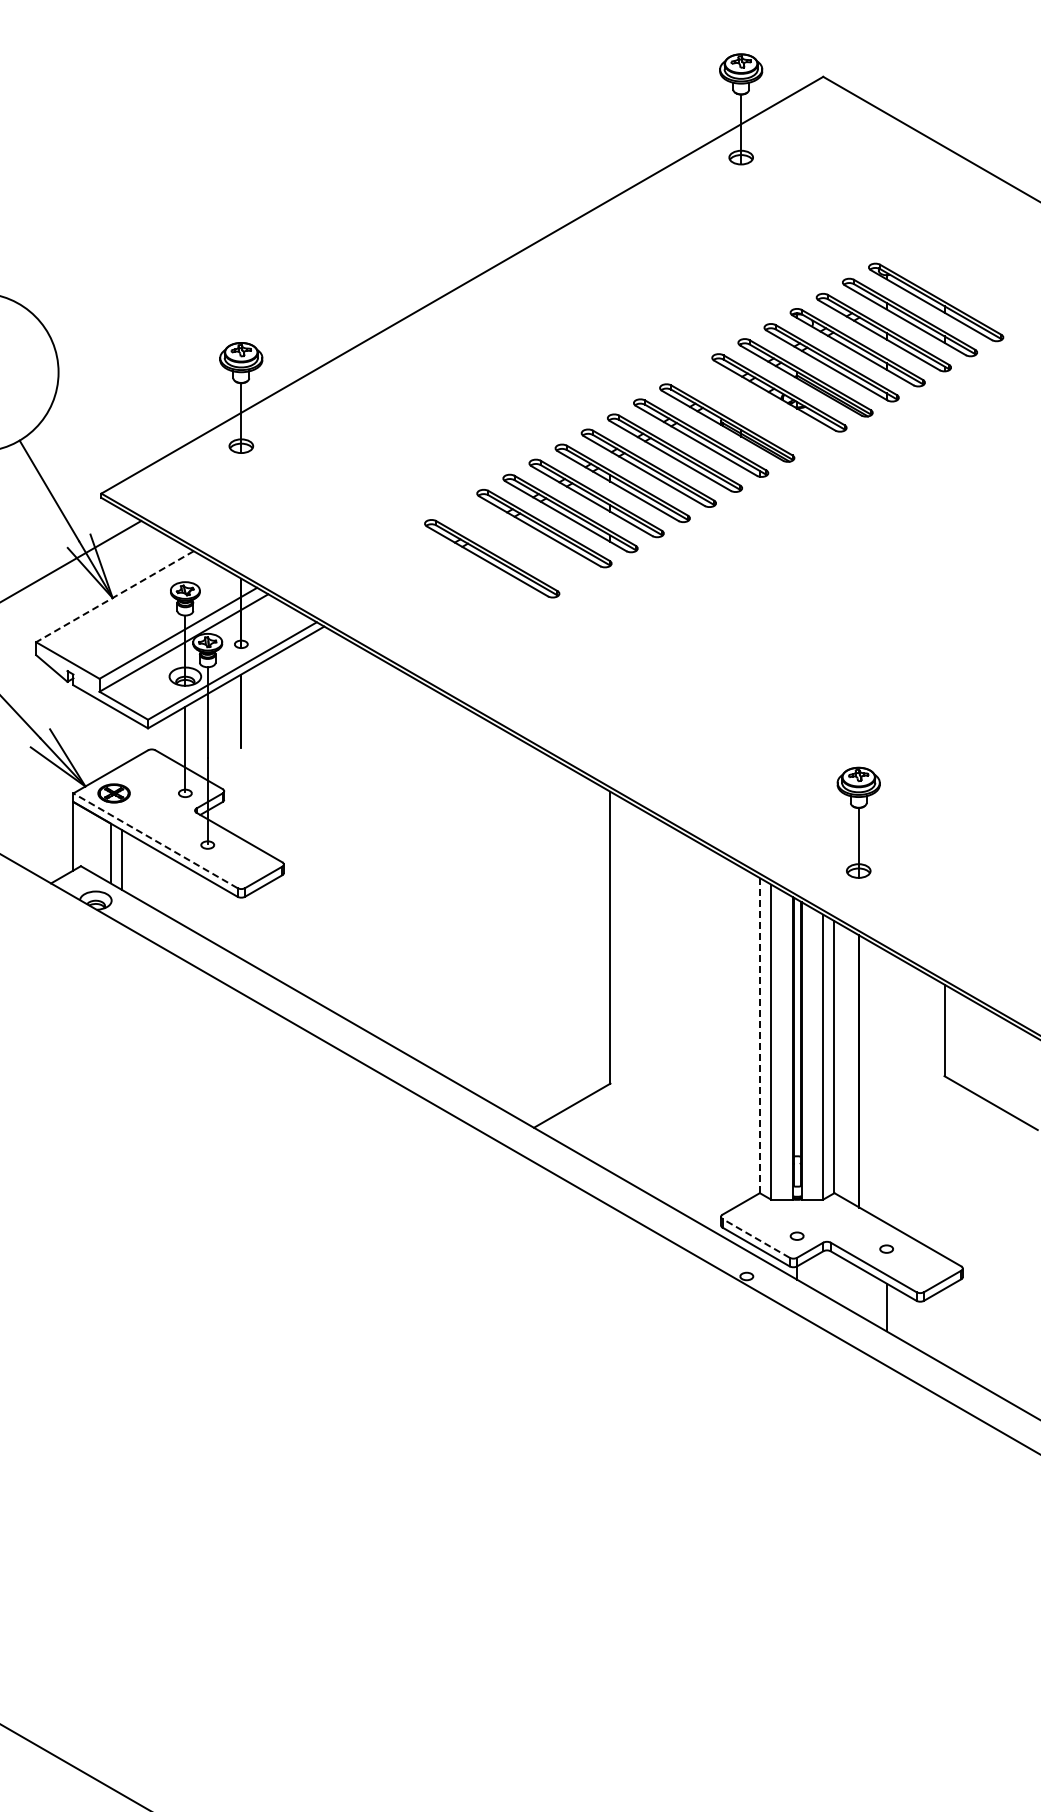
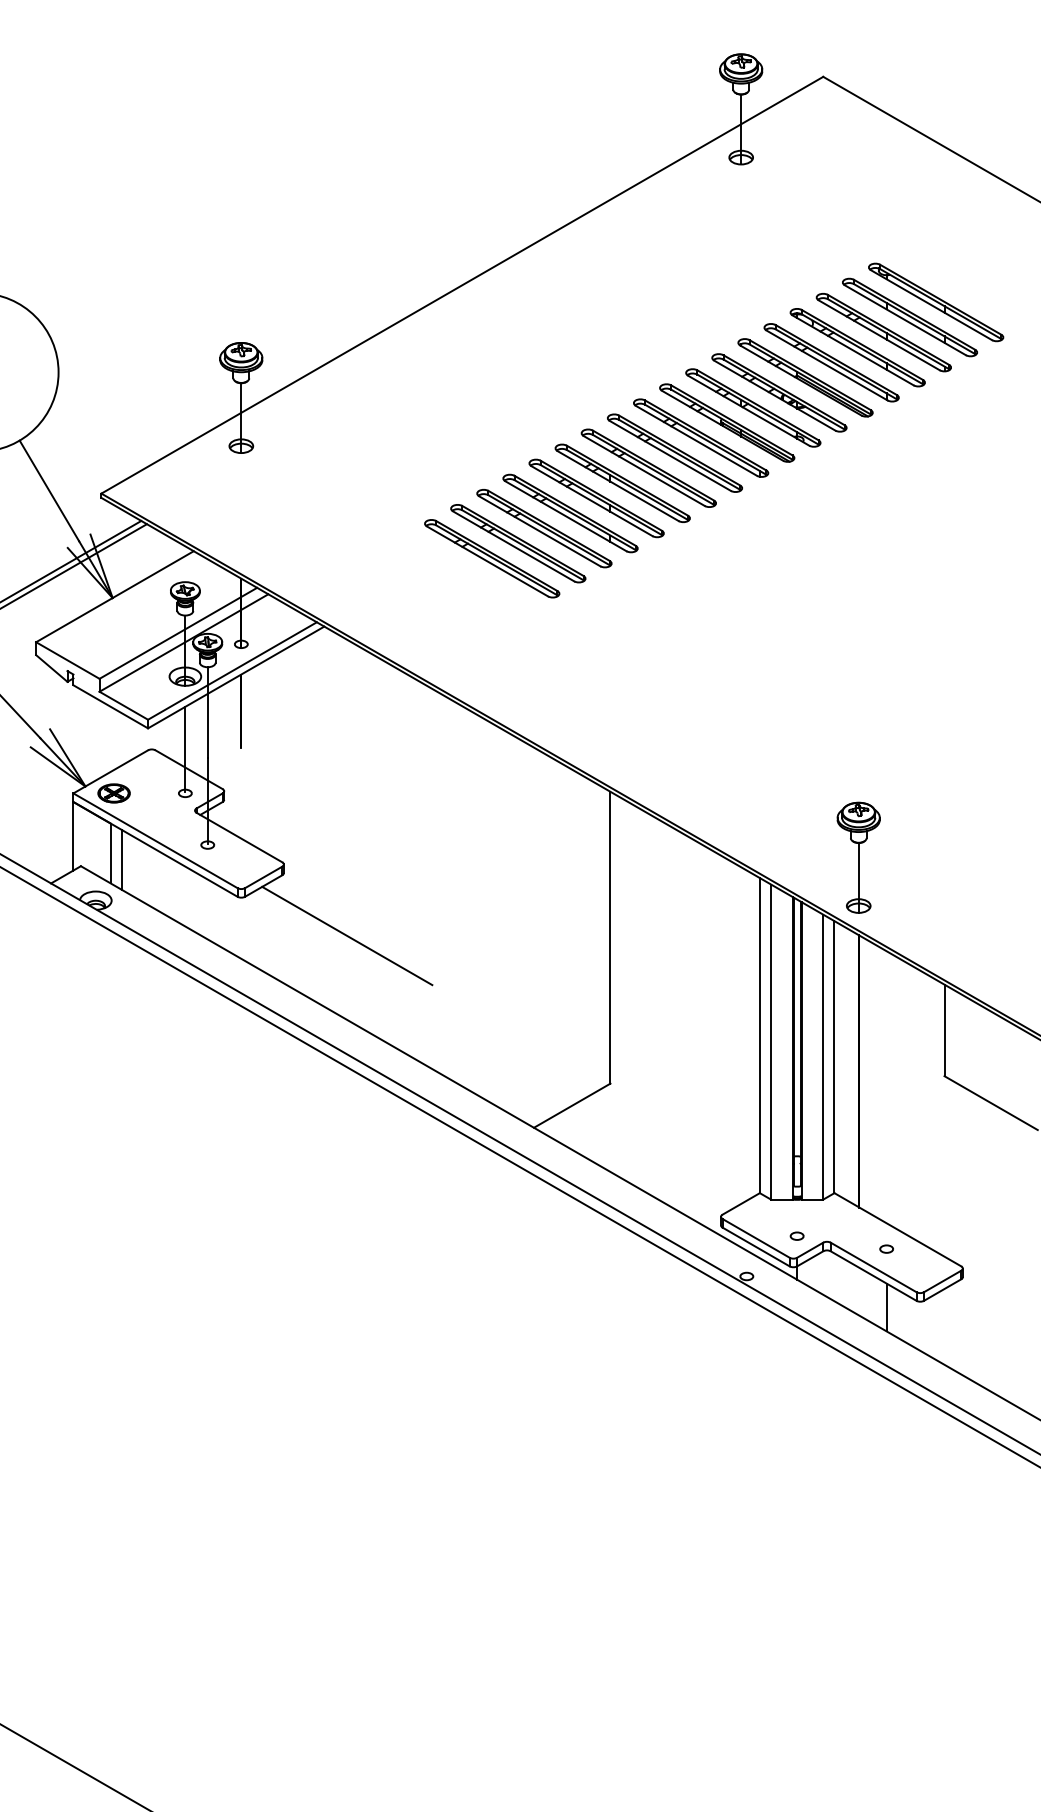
part at (753, 407): none -> present
part at (518, 543): none -> present
line at (74, 565): none -> present
line at (114, 596): dashed -> solid
part at (858, 822) position: (858, 822) -> (858, 857)
line at (155, 840): dashed -> solid
line at (347, 935): none -> present
line at (759, 1035): dashed -> solid
line at (519, 1166): none -> present
line at (756, 1238): dashed -> solid
